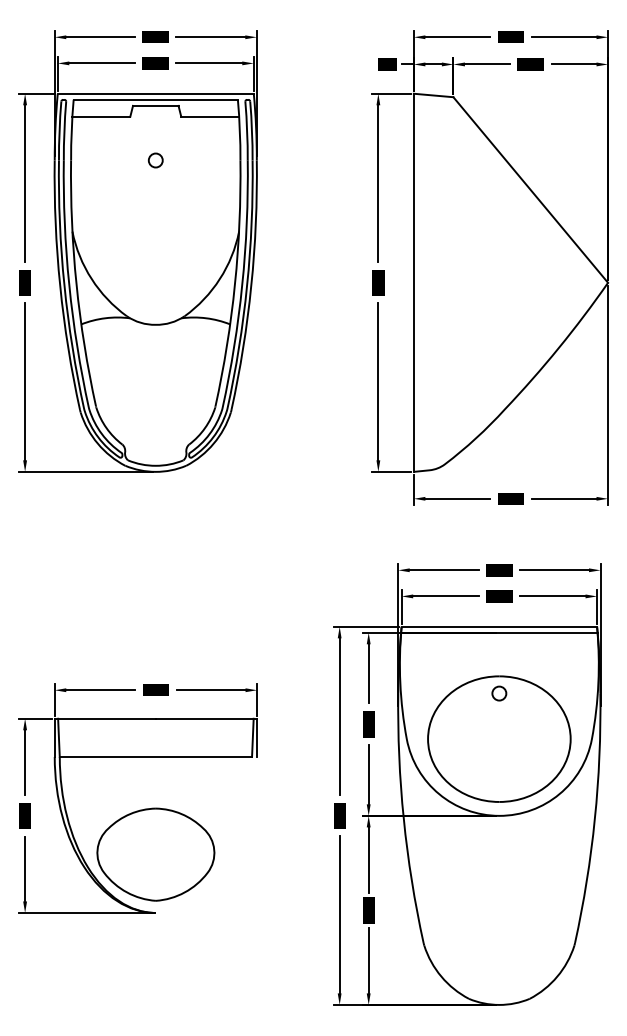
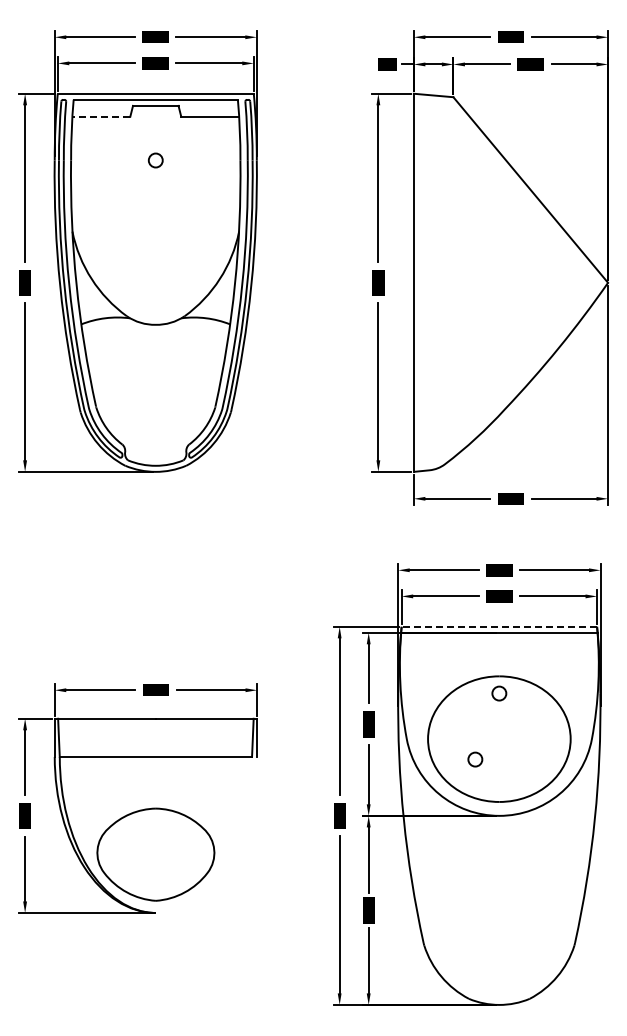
line at (101, 116): solid -> dashed
line at (499, 626): solid -> dashed
circle at (475, 759): none -> present
